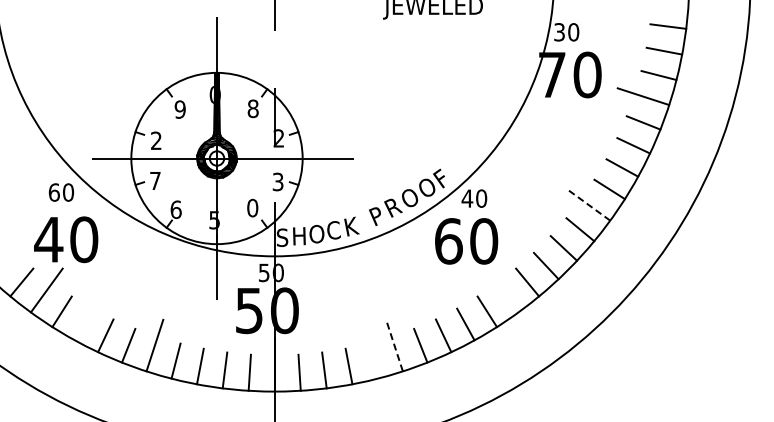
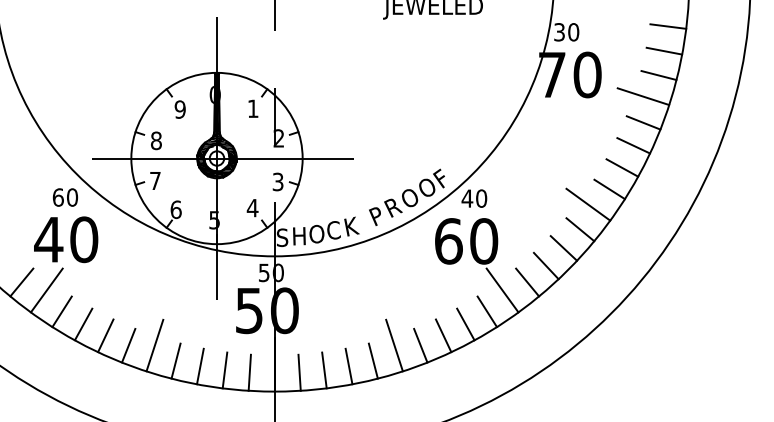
text at (252, 108): 8 -> 1
text at (156, 140): 2 -> 8
text at (60, 192) position: (60, 192) -> (64, 197)
line at (587, 204): dashed -> solid
text at (252, 207): 0 -> 4
line at (502, 290): none -> present
line at (83, 324): none -> present
line at (394, 345): dashed -> solid
line at (372, 360): none -> present
